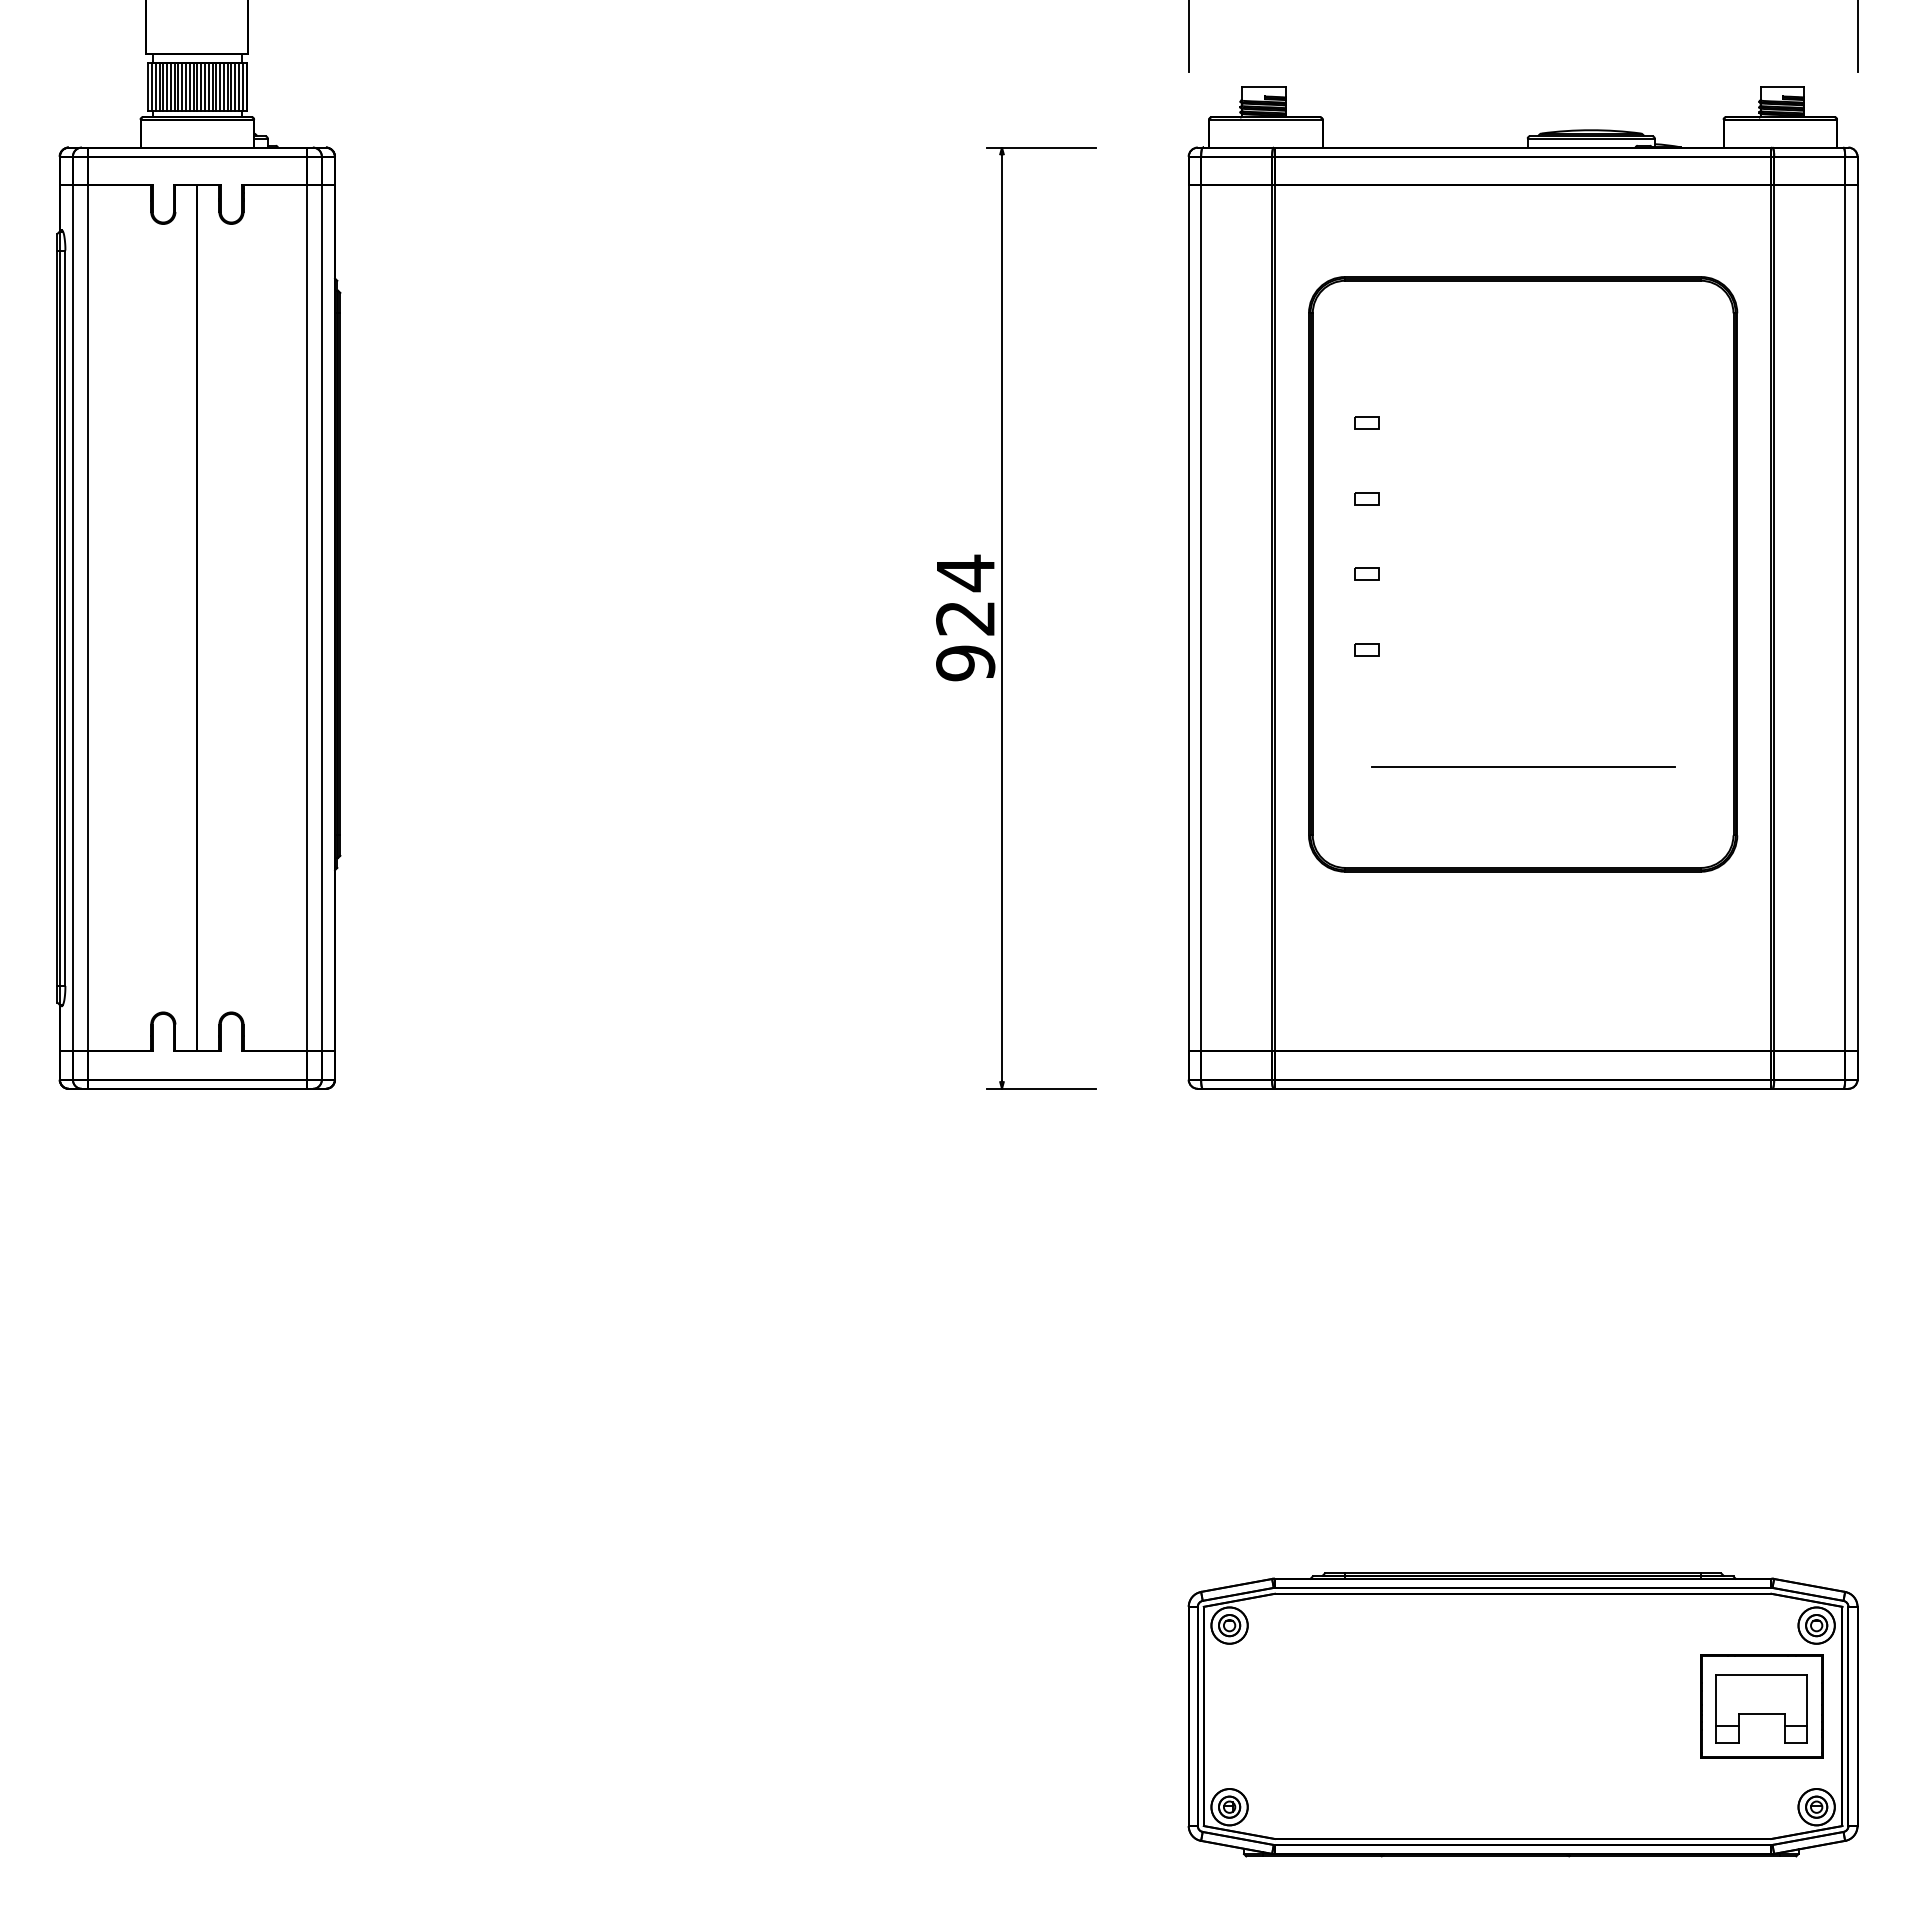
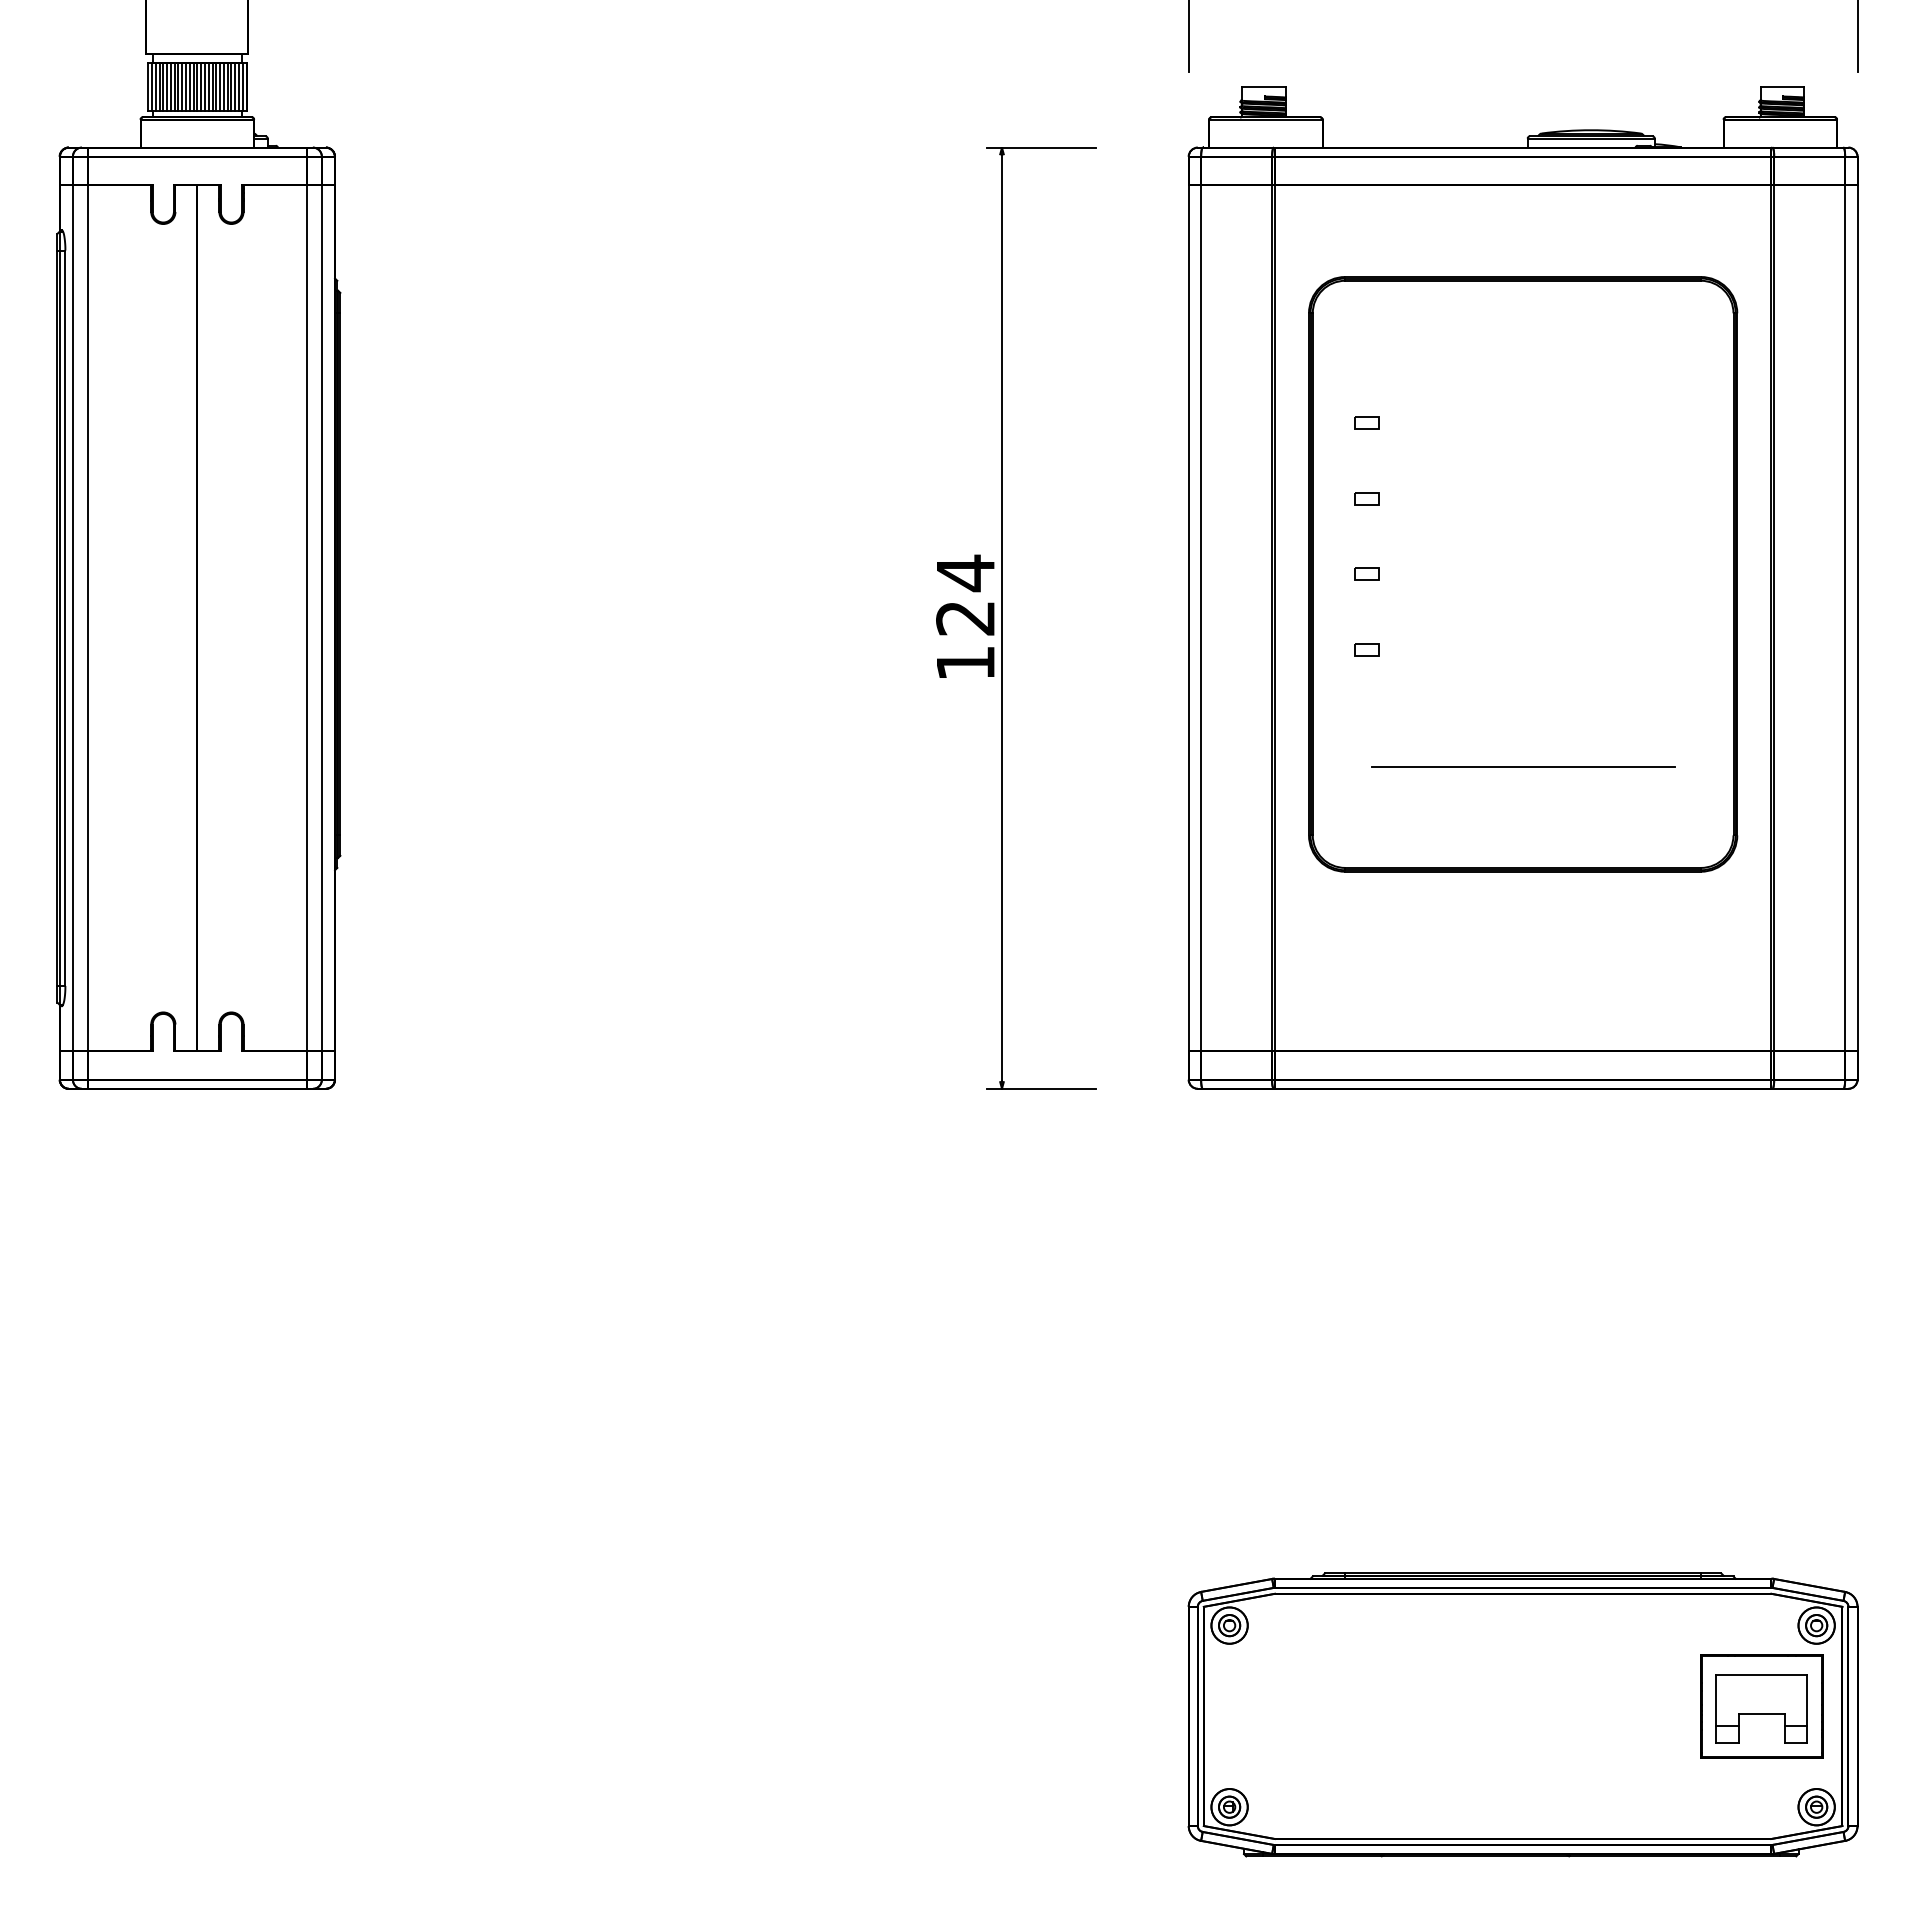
text at (965, 663): 924 -> 124
